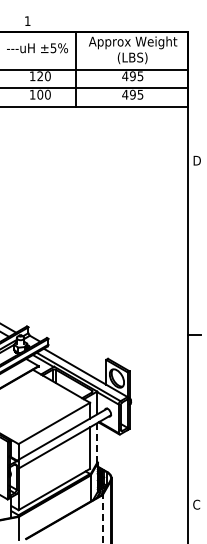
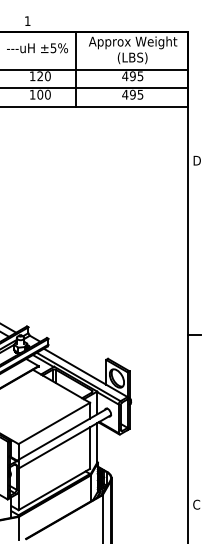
line at (97, 442): dashed -> solid
line at (102, 518): dashed -> solid
